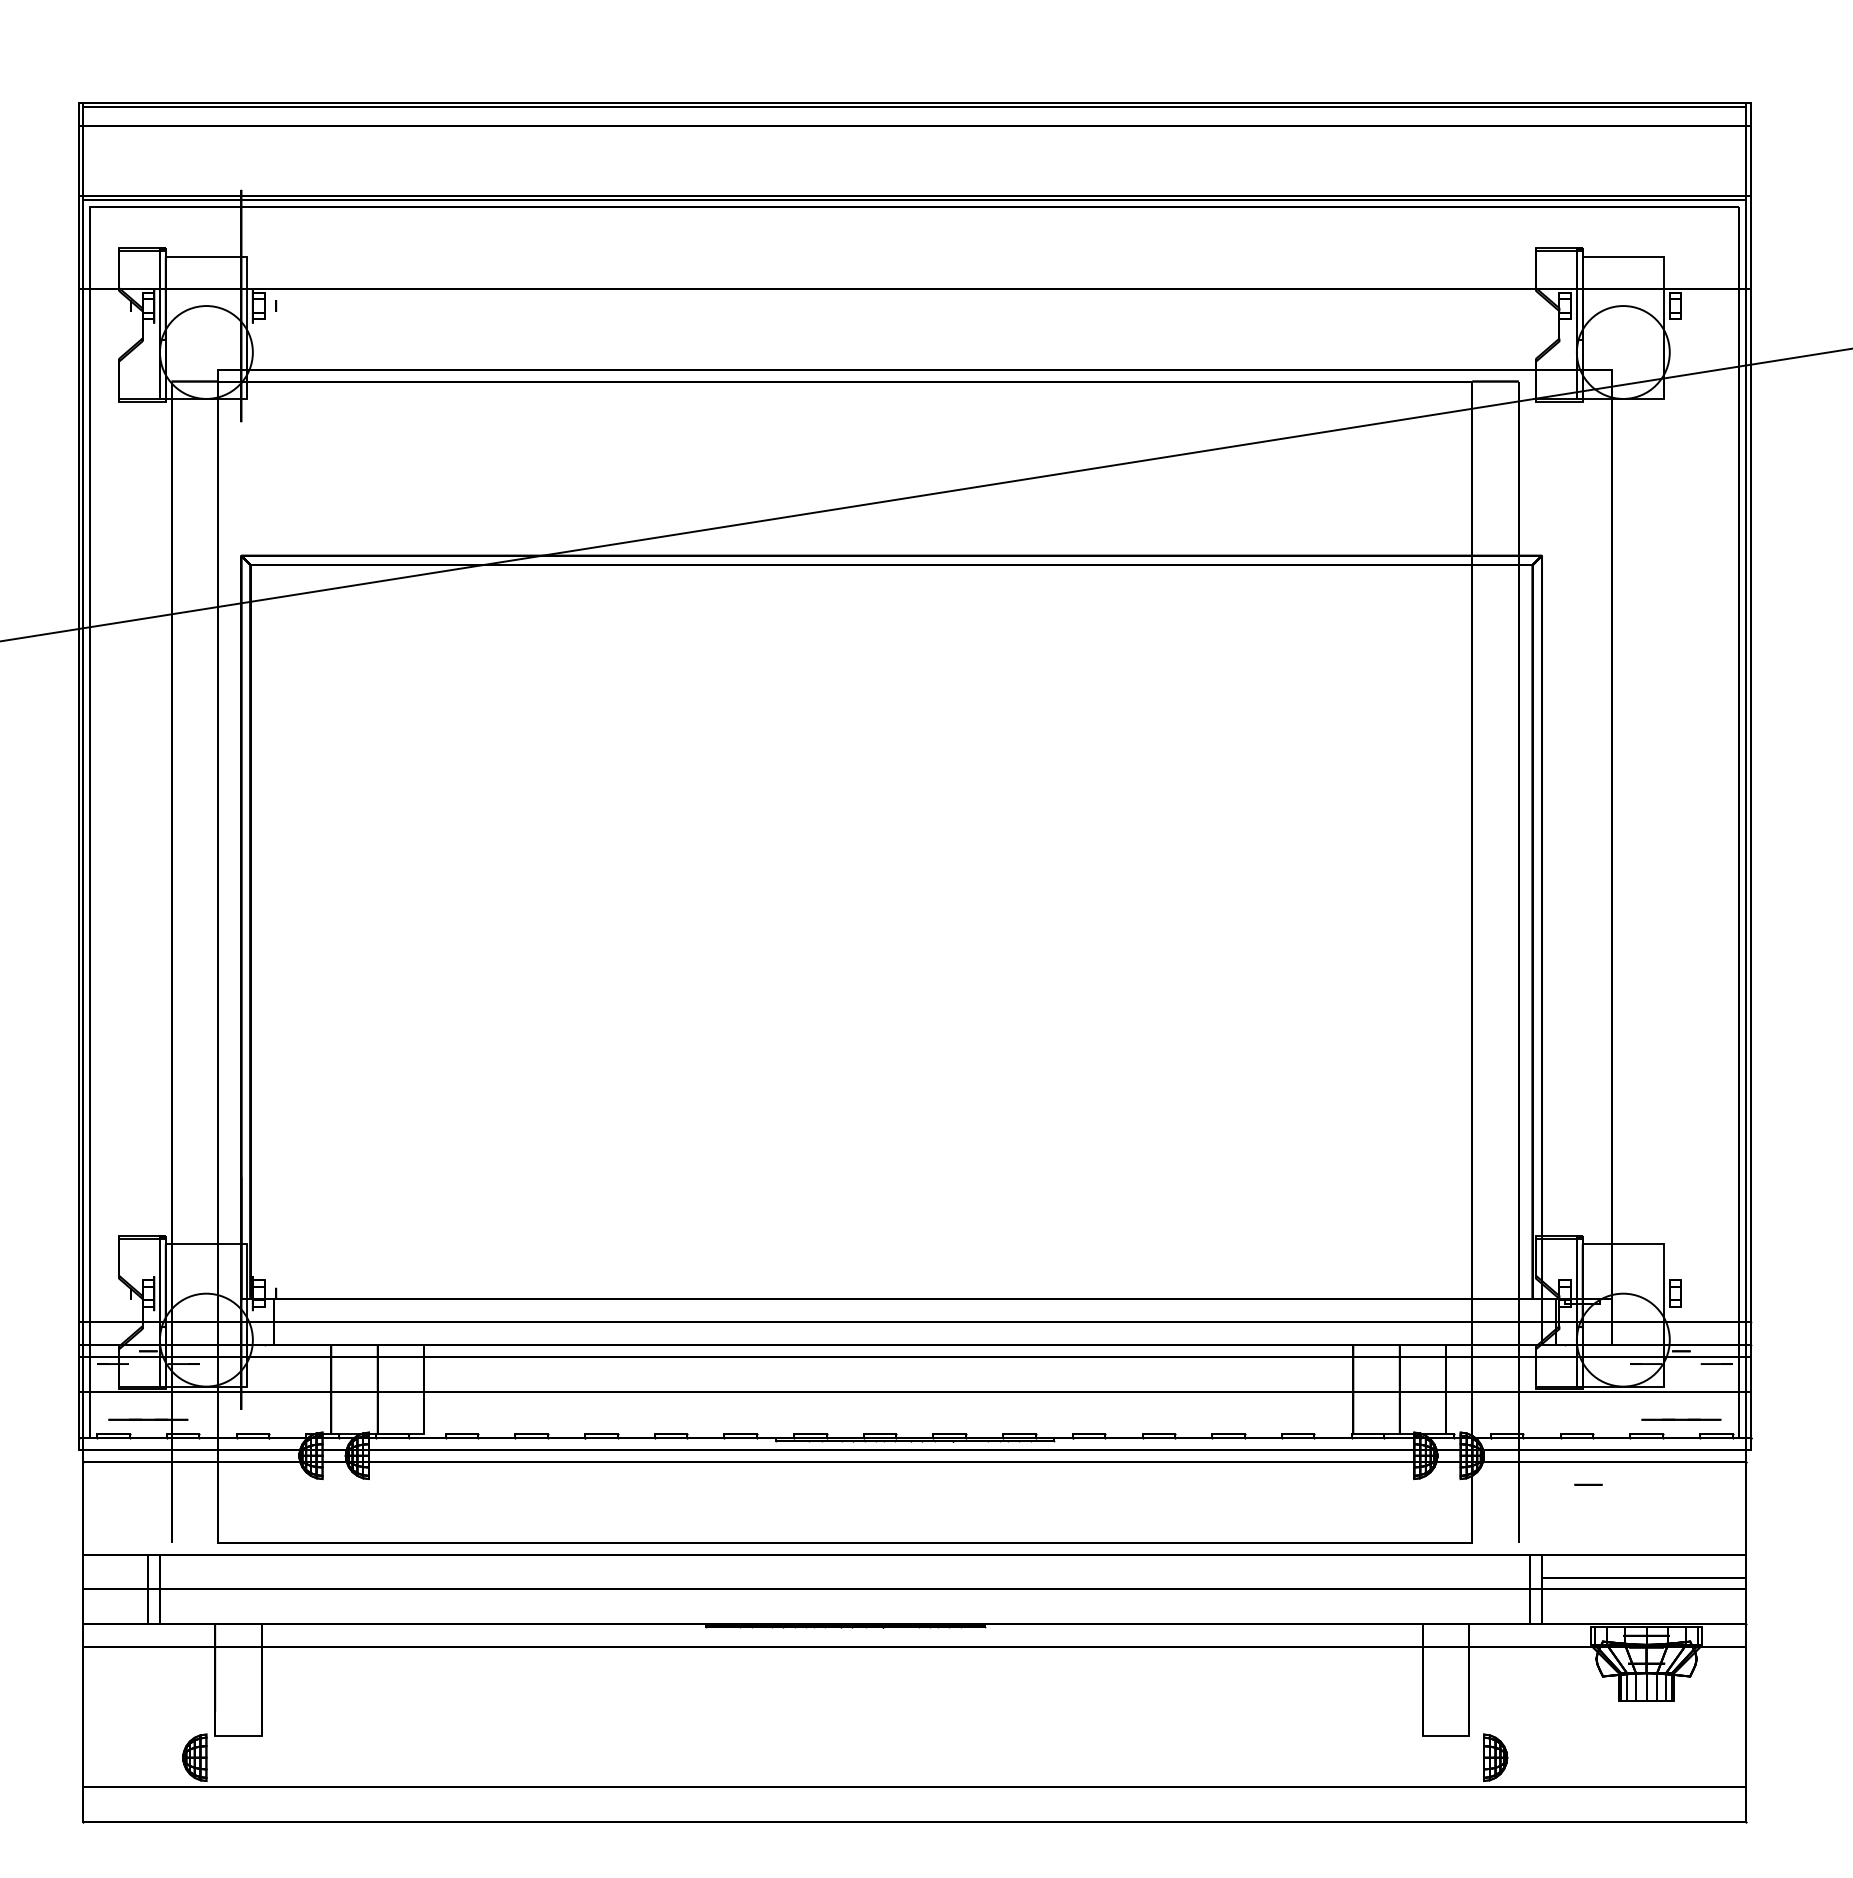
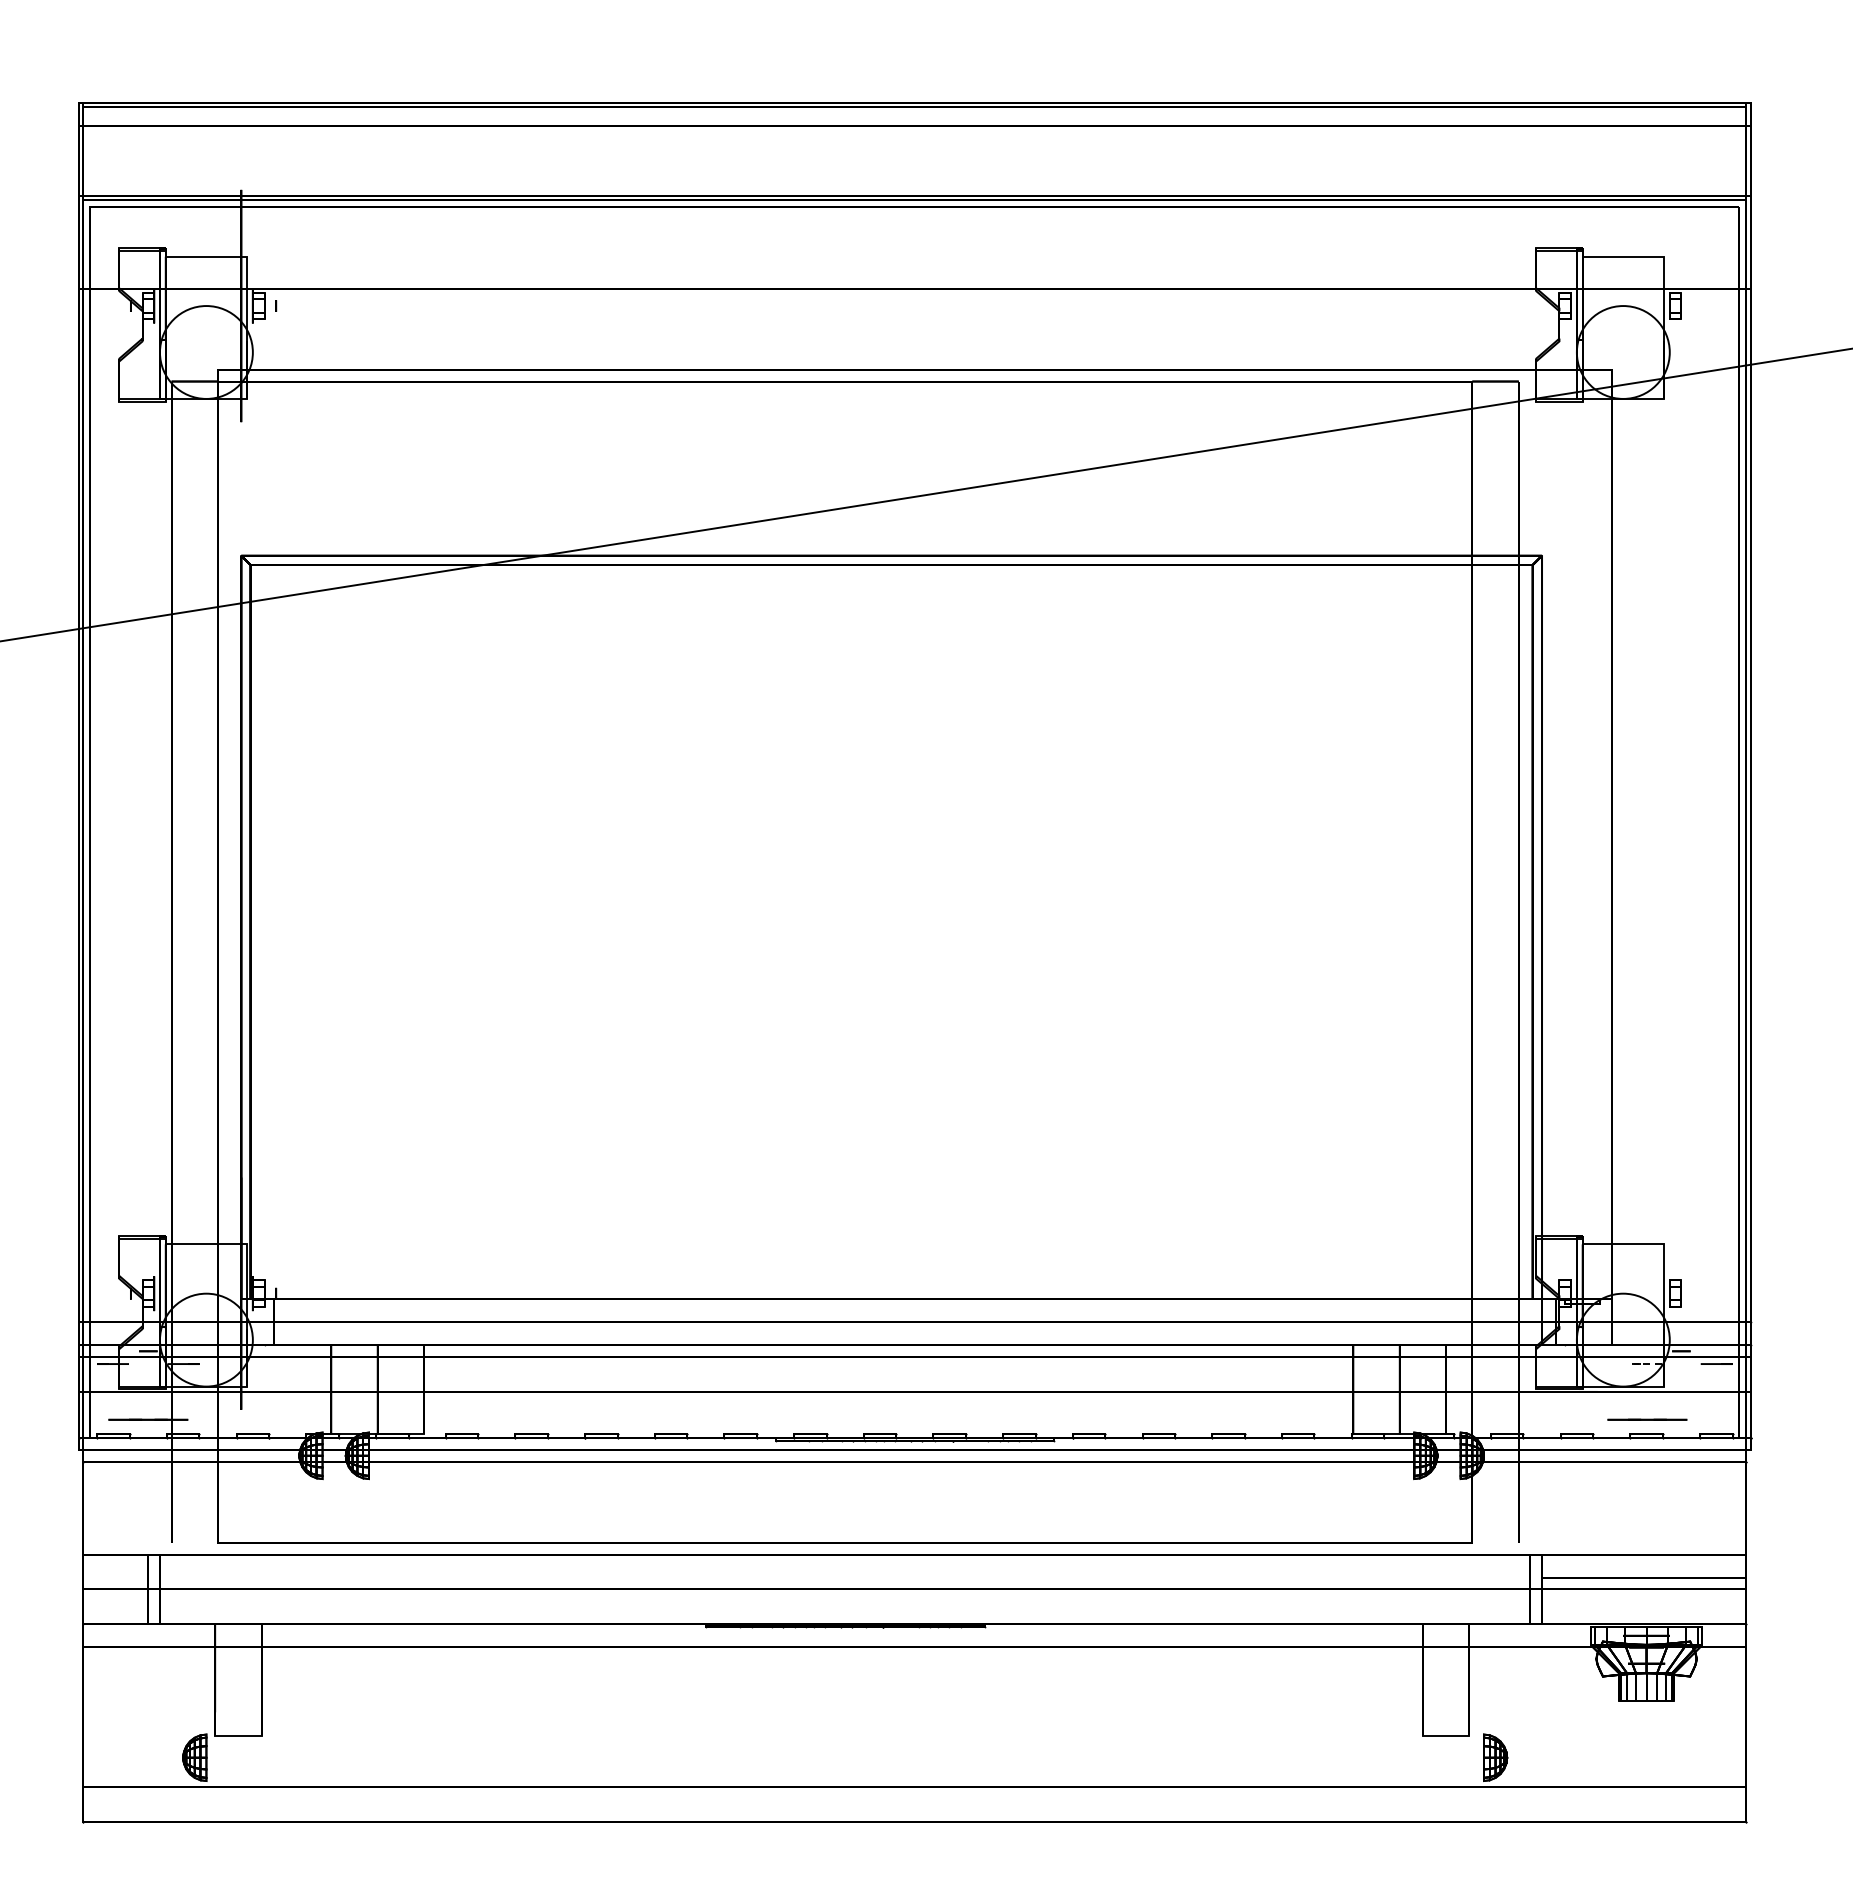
arc at (1637, 1364): solid -> dashed
line at (1681, 1419) position: (1681, 1419) -> (1647, 1419)
circle at (1588, 1484): present -> none
